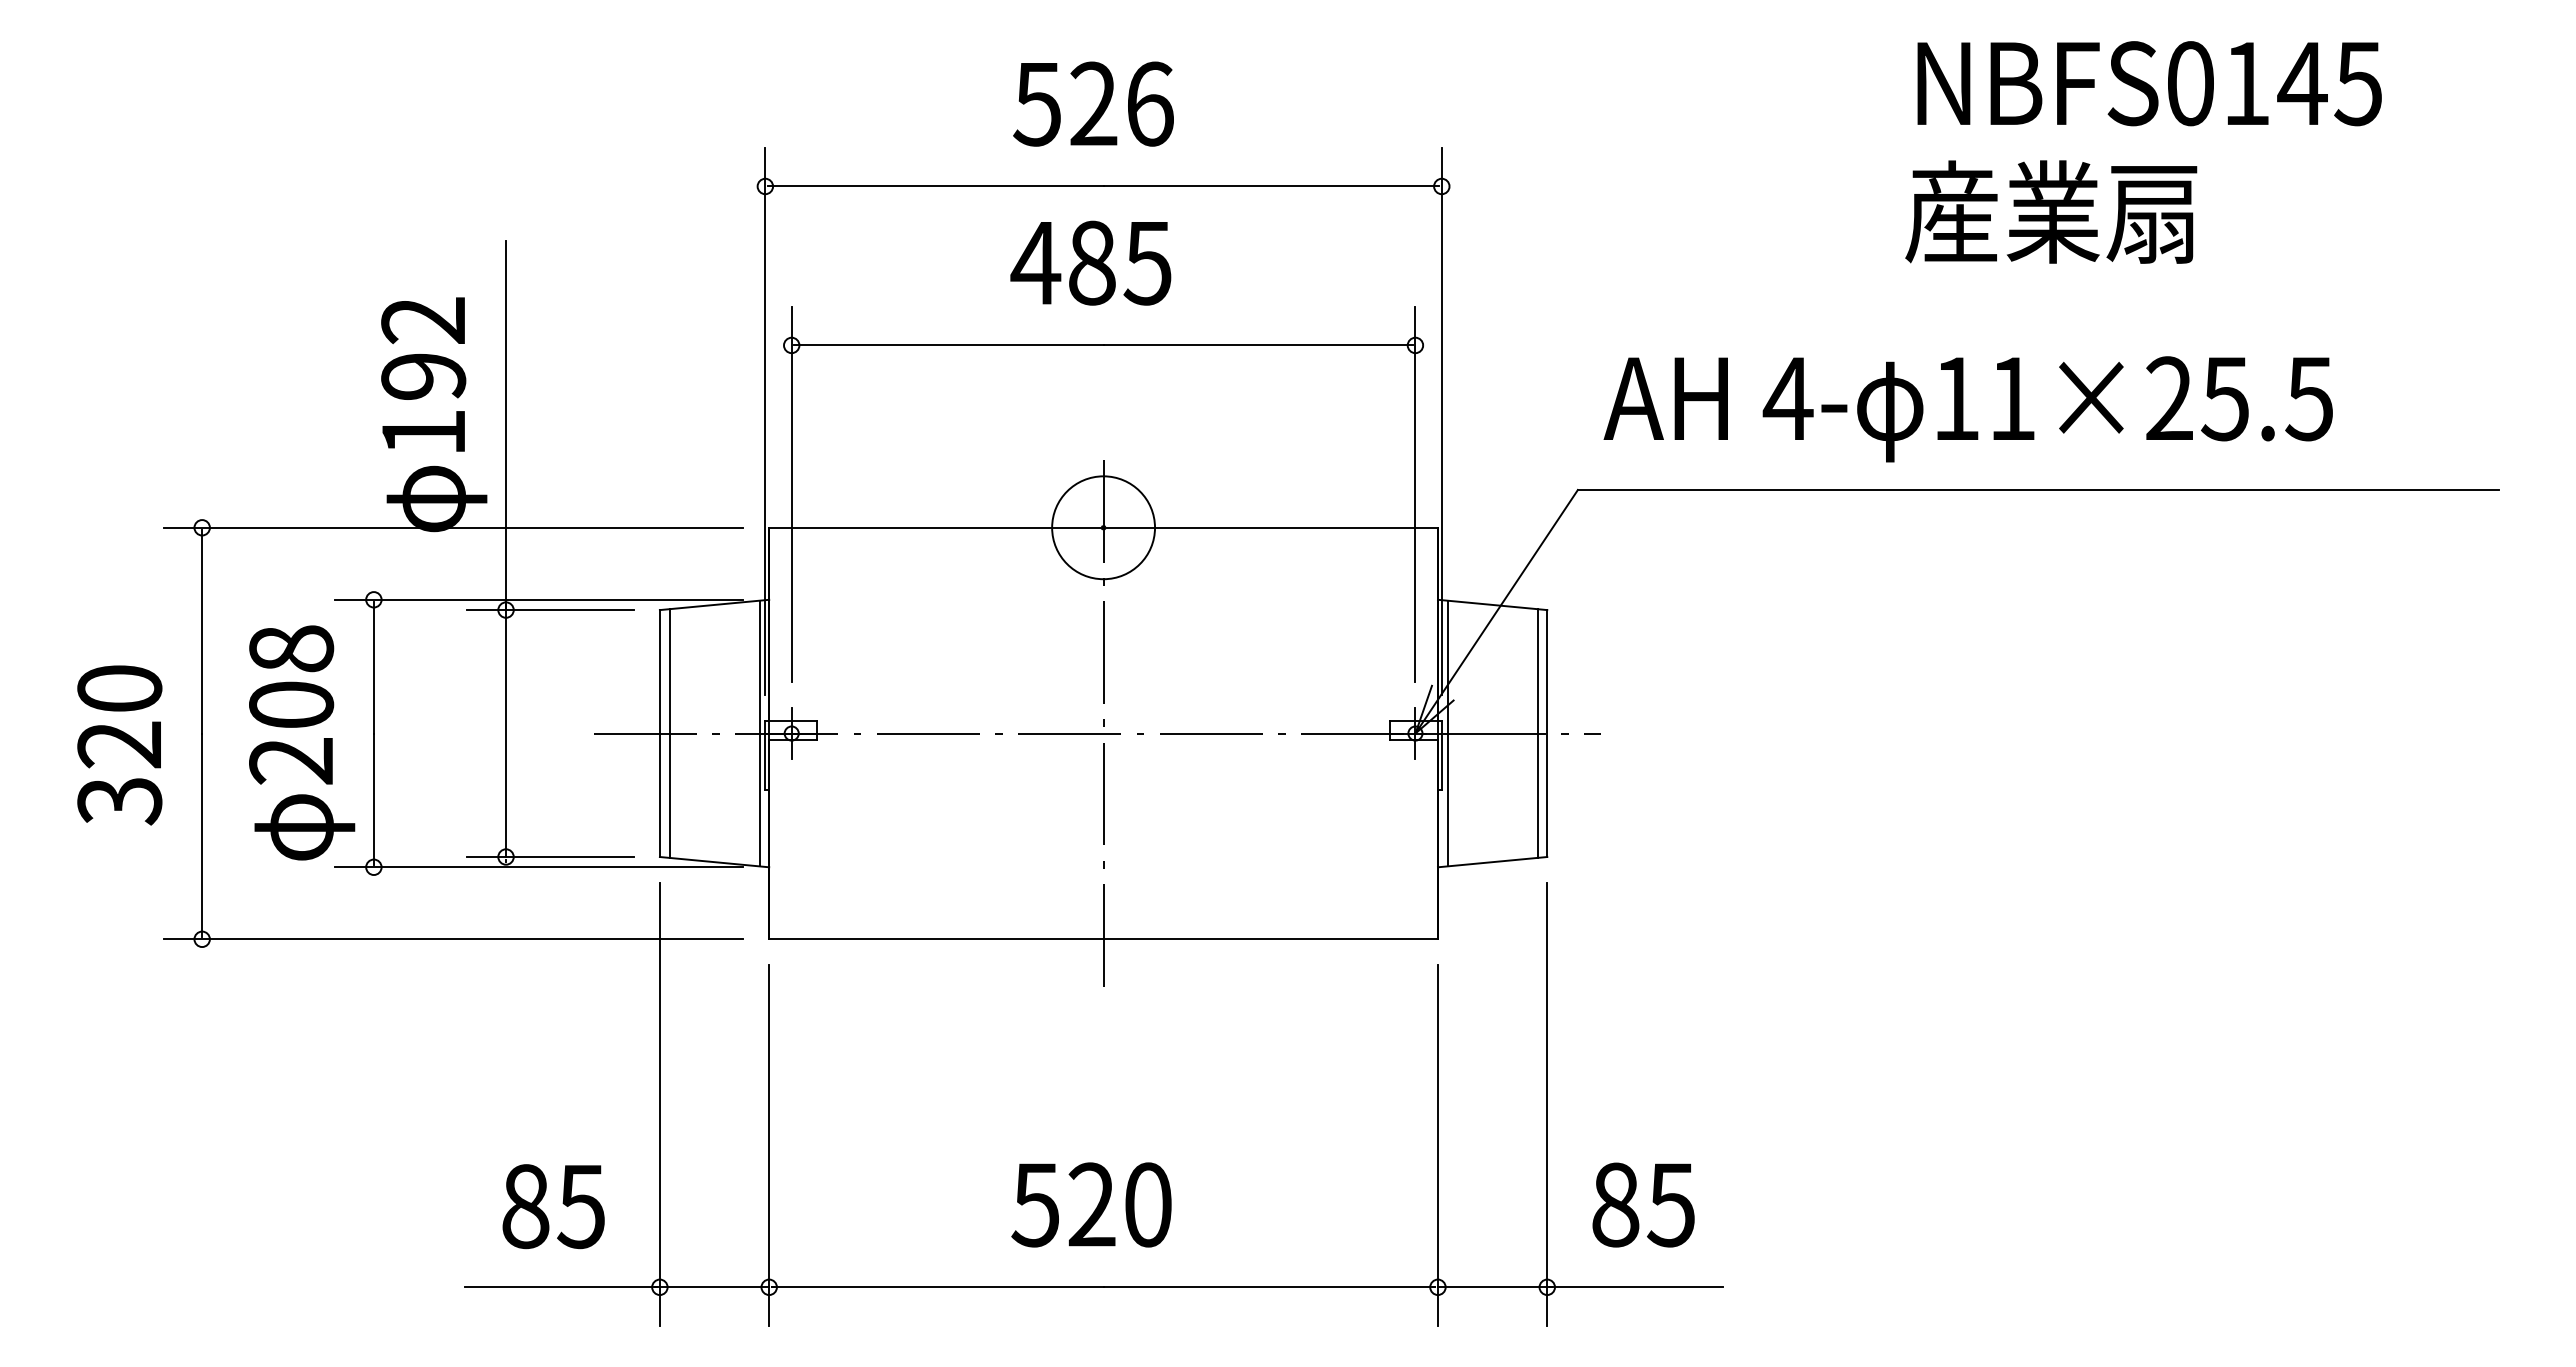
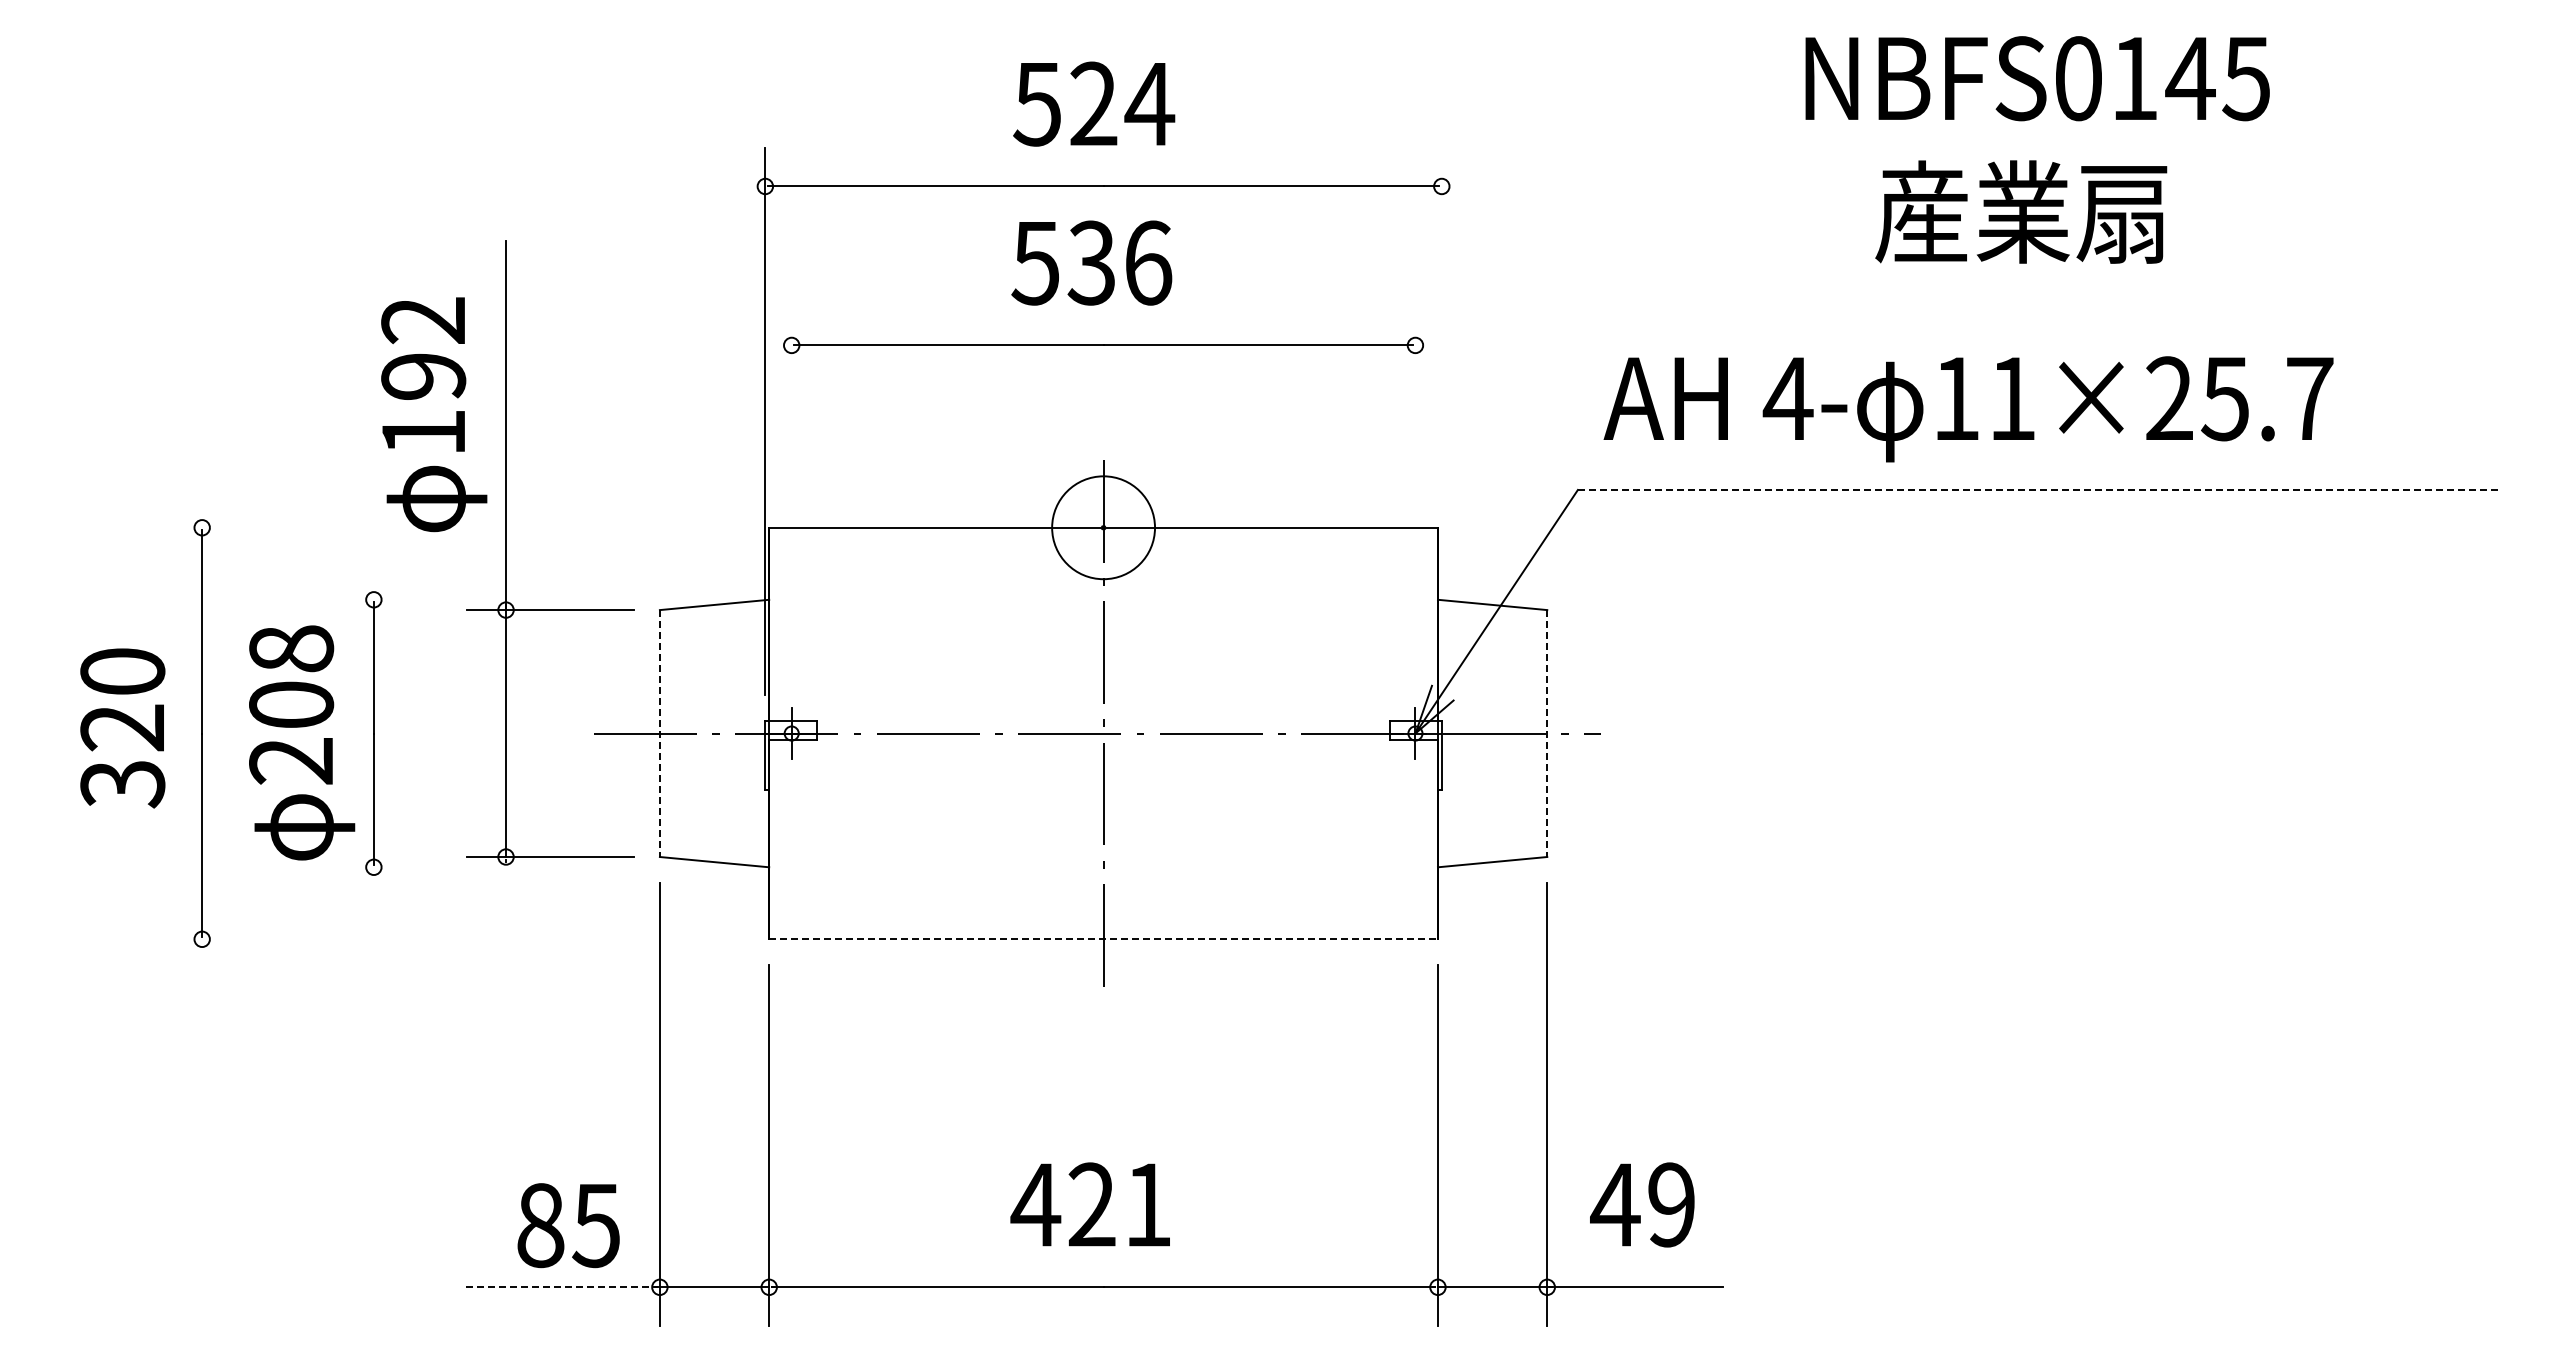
text at (2149, 83) position: (2149, 83) -> (2037, 78)
text at (1149, 103): 526 -> 524
text at (2051, 211) position: (2051, 211) -> (2021, 211)
text at (1091, 262): 485 -> 536
text at (2309, 399): 11×25.5 -> 11×25.7
line at (1441, 420): present -> none
line at (2038, 489): solid -> dashed
line at (791, 494): present -> none
line at (1415, 494): present -> none
line at (453, 527): present -> none
line at (539, 599): present -> none
line at (669, 733): present -> none
line at (759, 733): present -> none
line at (1447, 733): present -> none
line at (1537, 733): present -> none
line at (659, 734): solid -> dashed
line at (1547, 734): solid -> dashed
text at (119, 745) position: (119, 745) -> (122, 728)
line at (539, 867): present -> none
line at (453, 939): present -> none
line at (1104, 939): solid -> dashed
text at (1090, 1204): 520 -> 421
text at (1642, 1204): 85 -> 49
text at (553, 1206) position: (553, 1206) -> (568, 1225)
line at (562, 1287): solid -> dashed
